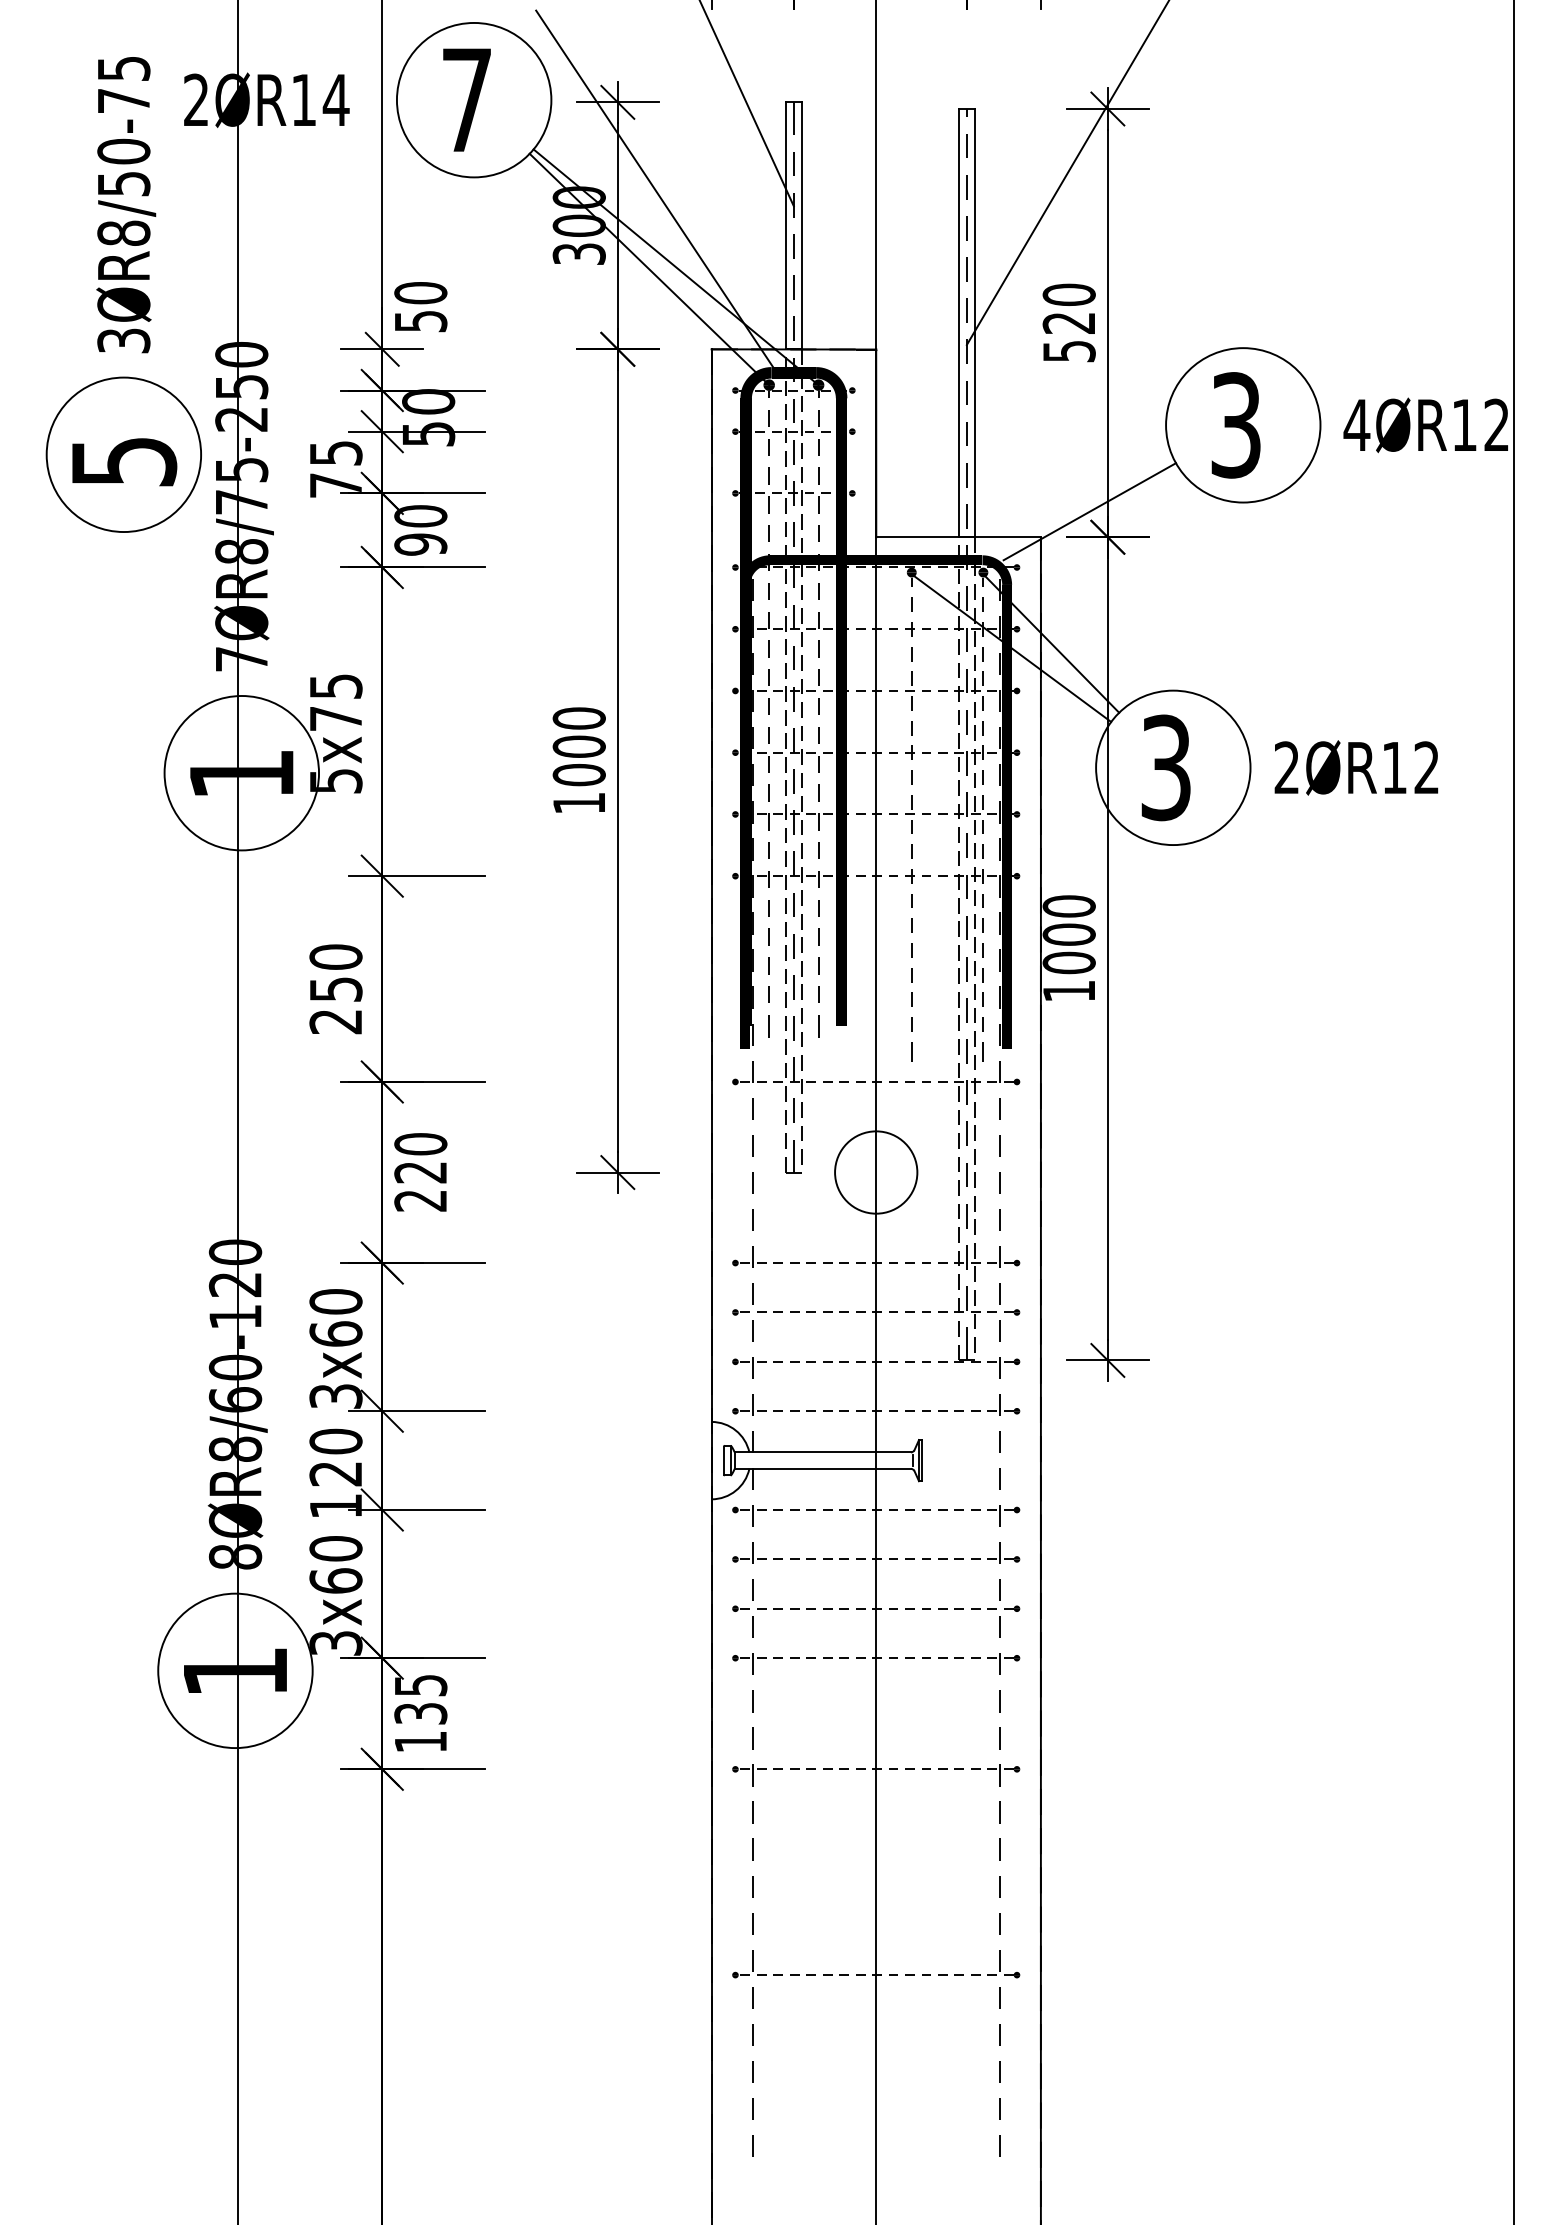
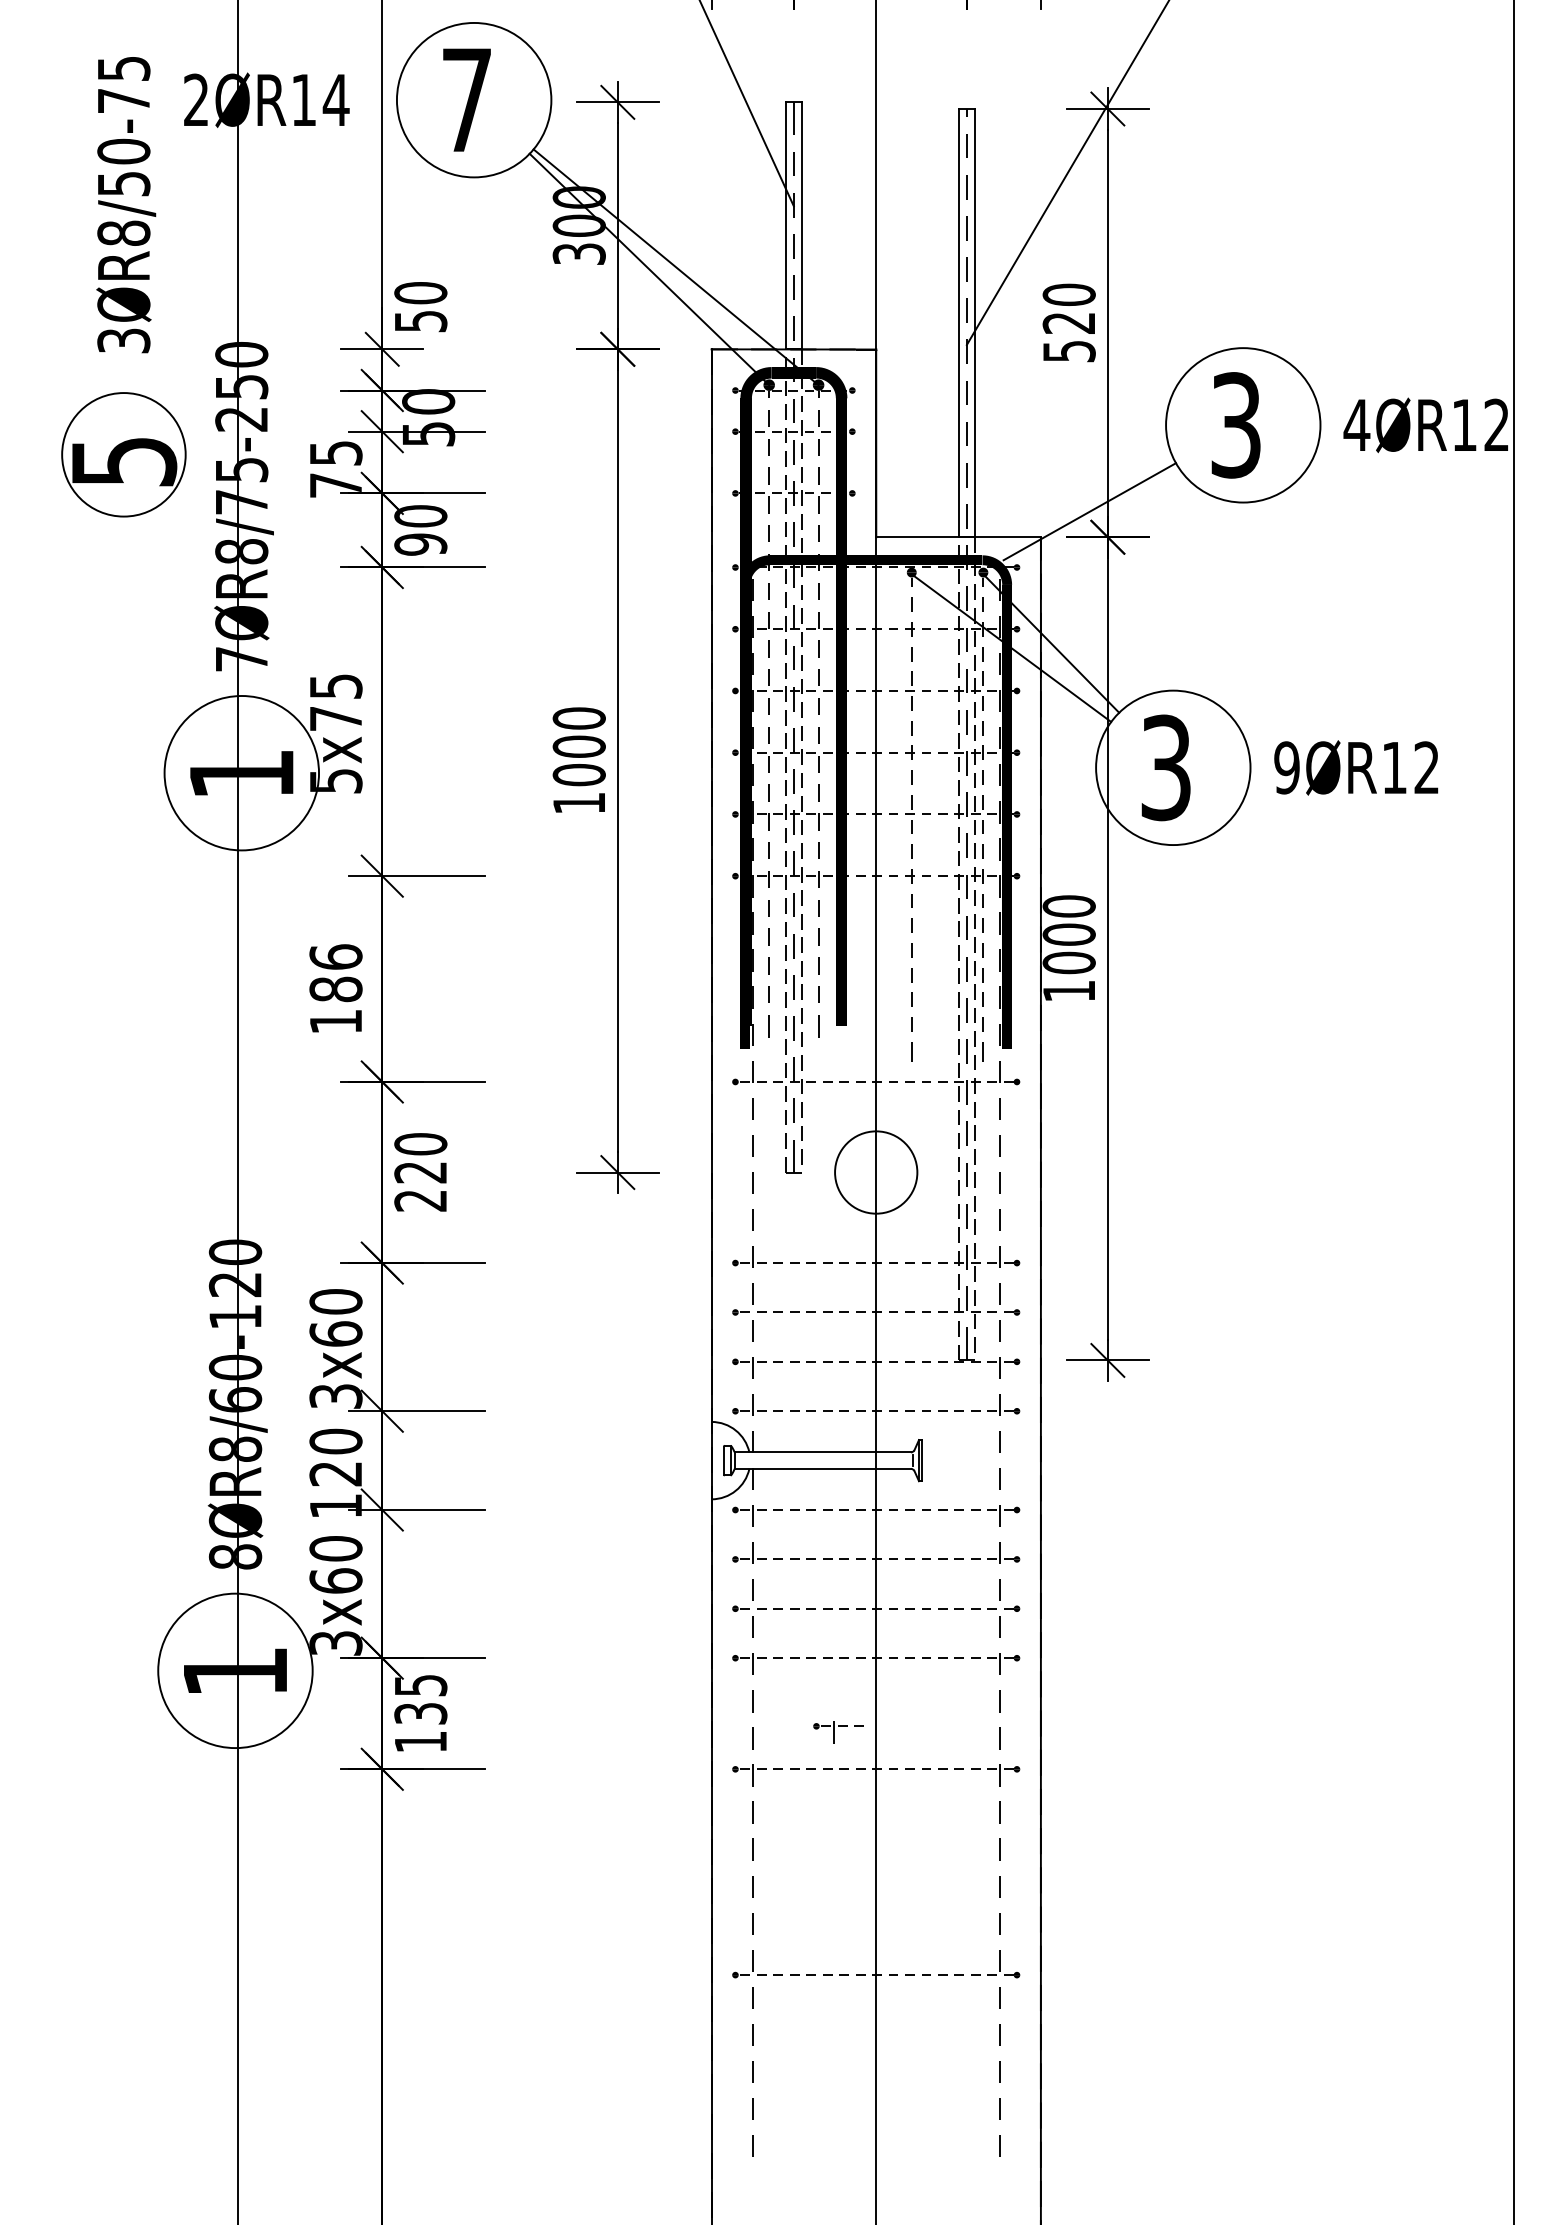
line at (656, 191): present -> none
circle at (123, 454) diameter: 154 px -> 124 px
text at (1286, 767): 2ØR12 -> 9ØR12
text at (335, 989): 250 -> 186
part at (838, 1732): none -> present
